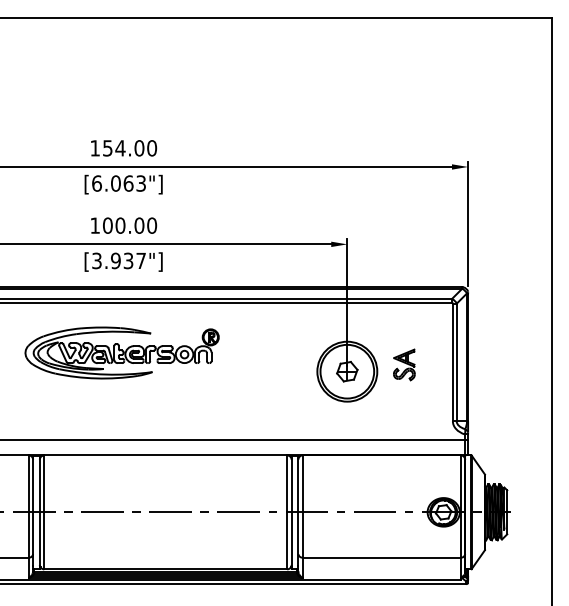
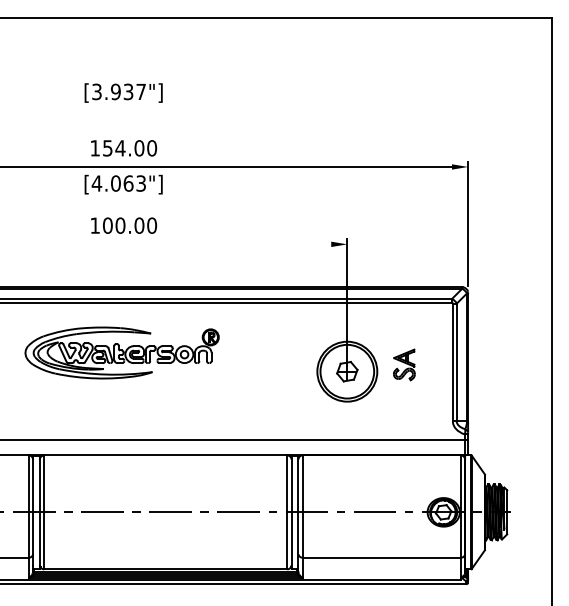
text at (96, 183): [6.063"] -> [4.063"]
line at (166, 244): present -> none
text at (123, 261) position: (123, 261) -> (123, 92)
